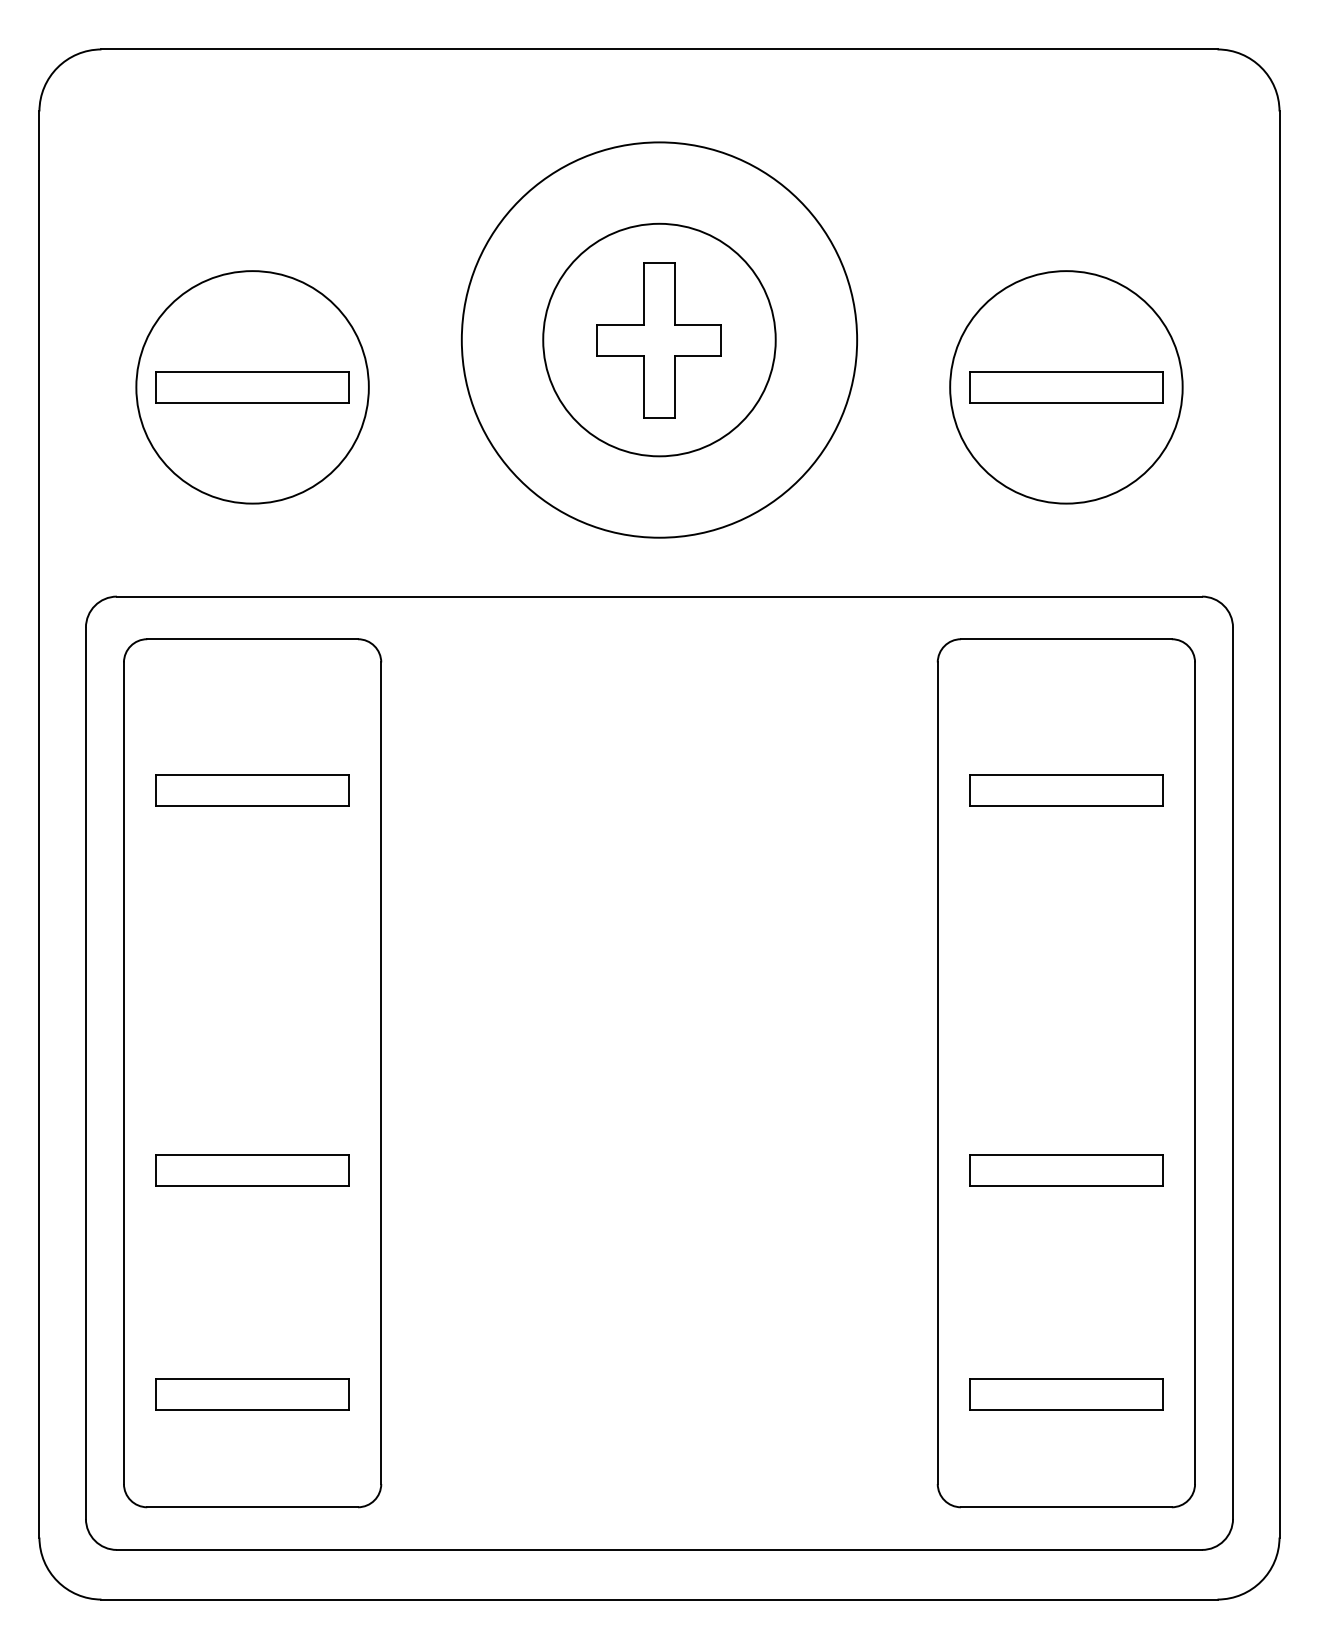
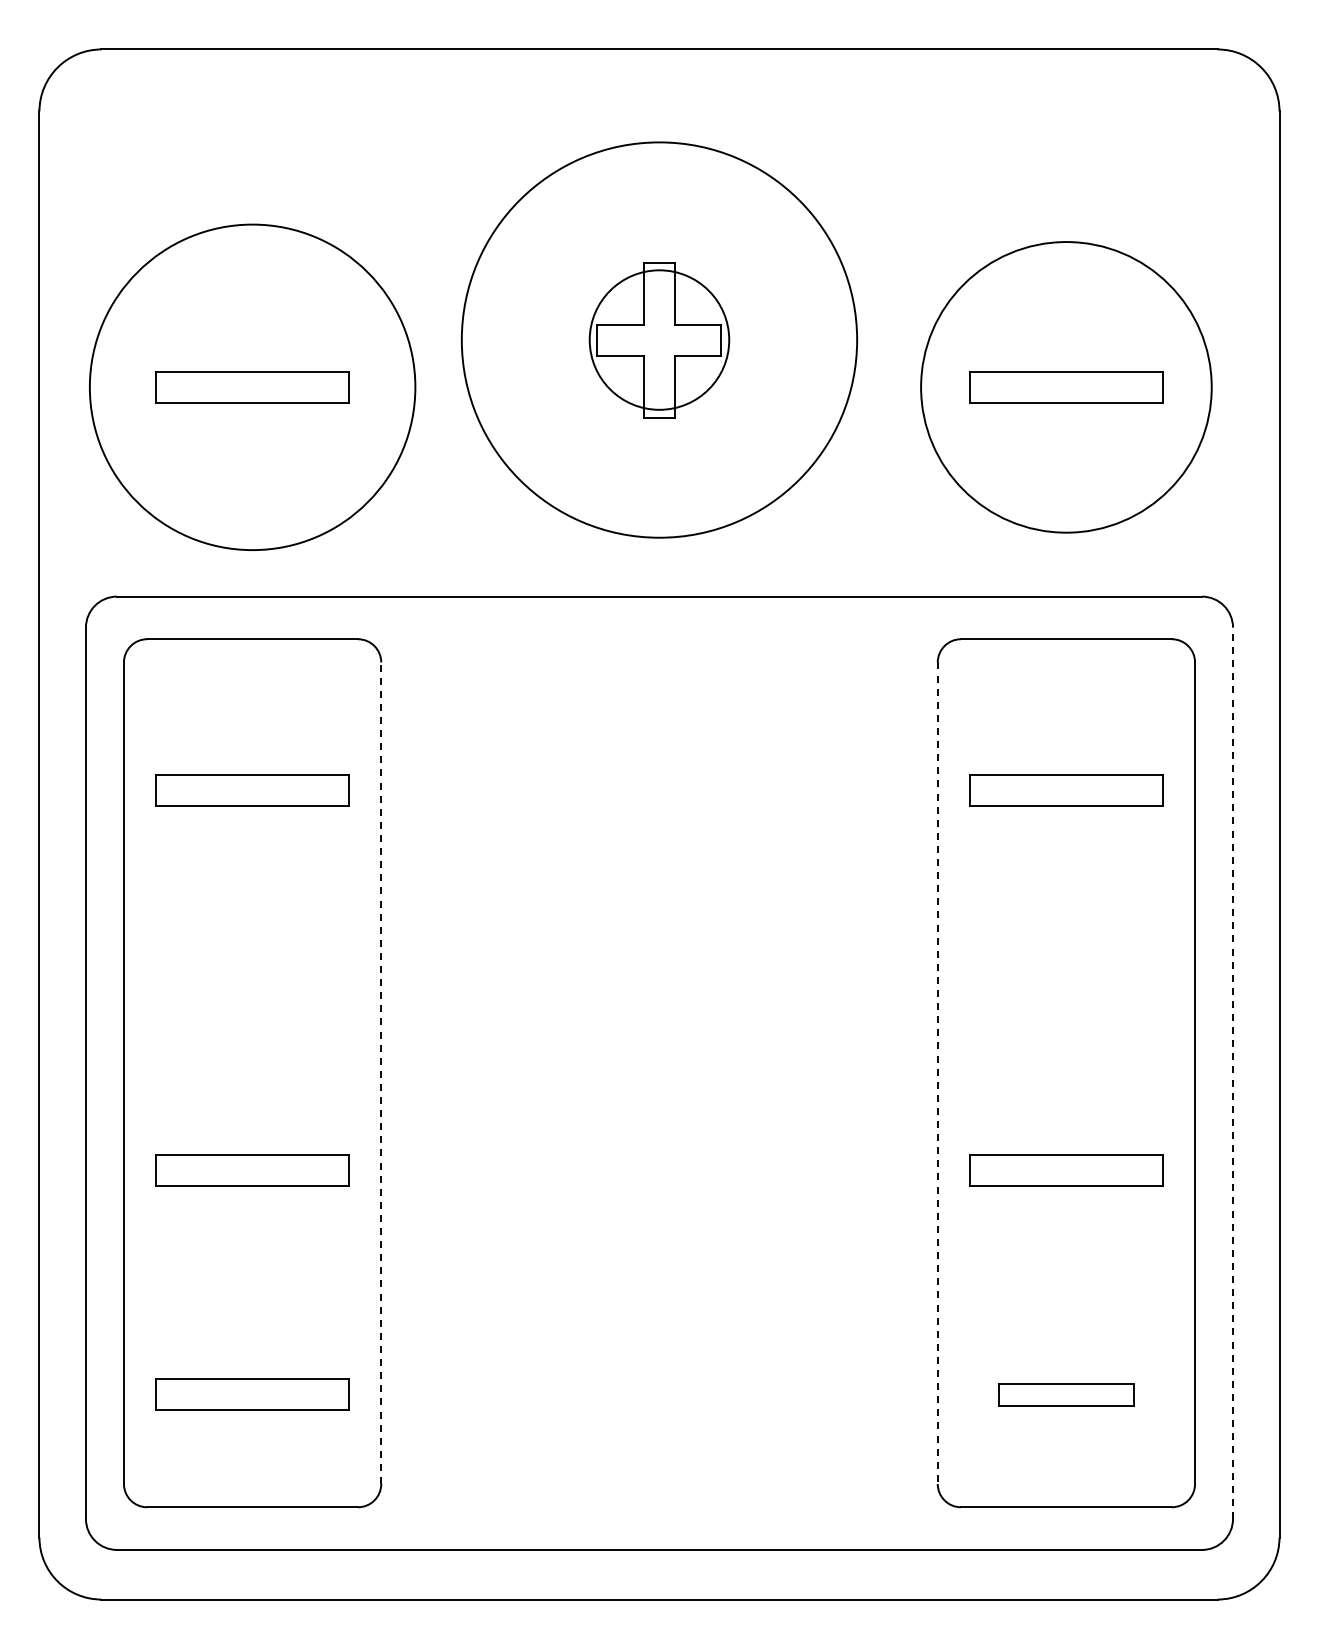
circle at (659, 339) diameter: 233 px -> 140 px
circle at (252, 387) diameter: 233 px -> 326 px
circle at (1066, 387) diameter: 233 px -> 291 px
line at (381, 1073): solid -> dashed
line at (937, 1073): solid -> dashed
line at (1233, 1073): solid -> dashed
part at (1066, 1394) size: 195x33 px -> 137x24 px
